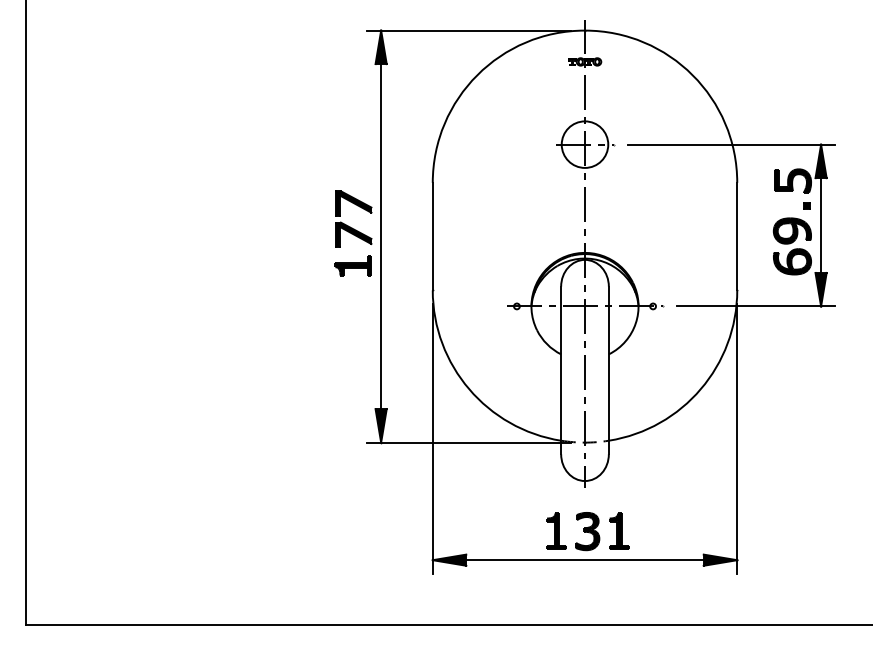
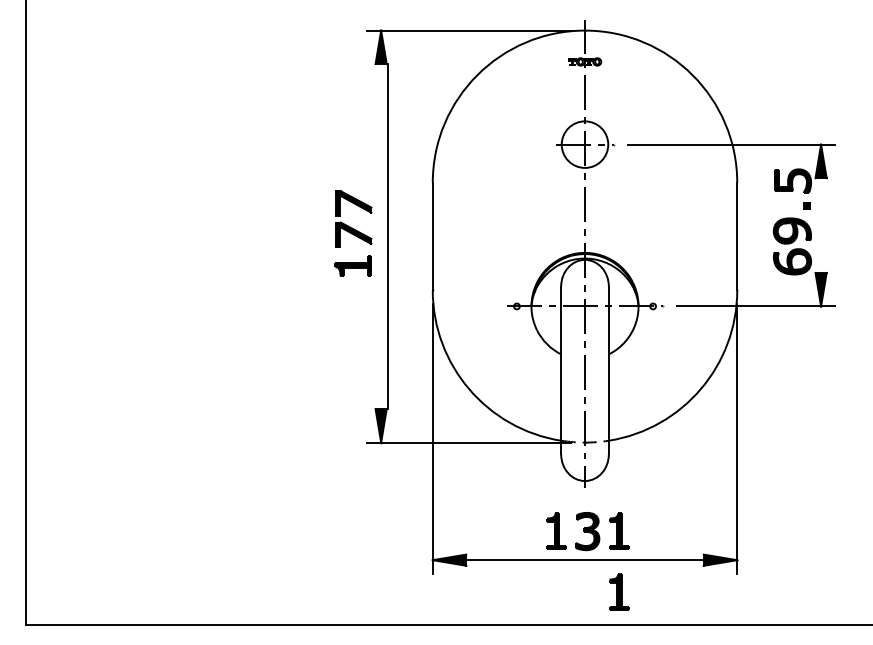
line at (821, 225): present -> none
line at (381, 236) position: (381, 236) -> (388, 236)
part at (619, 591): none -> present
